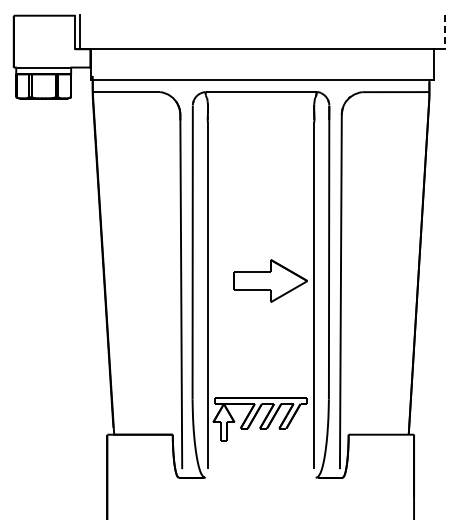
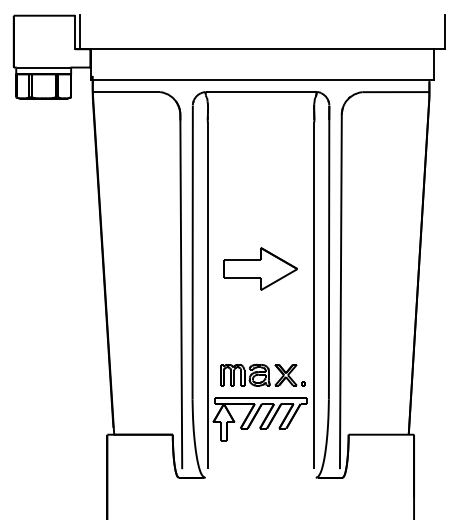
line at (445, 32): dashed -> solid
part at (270, 280) position: (270, 280) -> (260, 268)
part at (262, 374): none -> present
